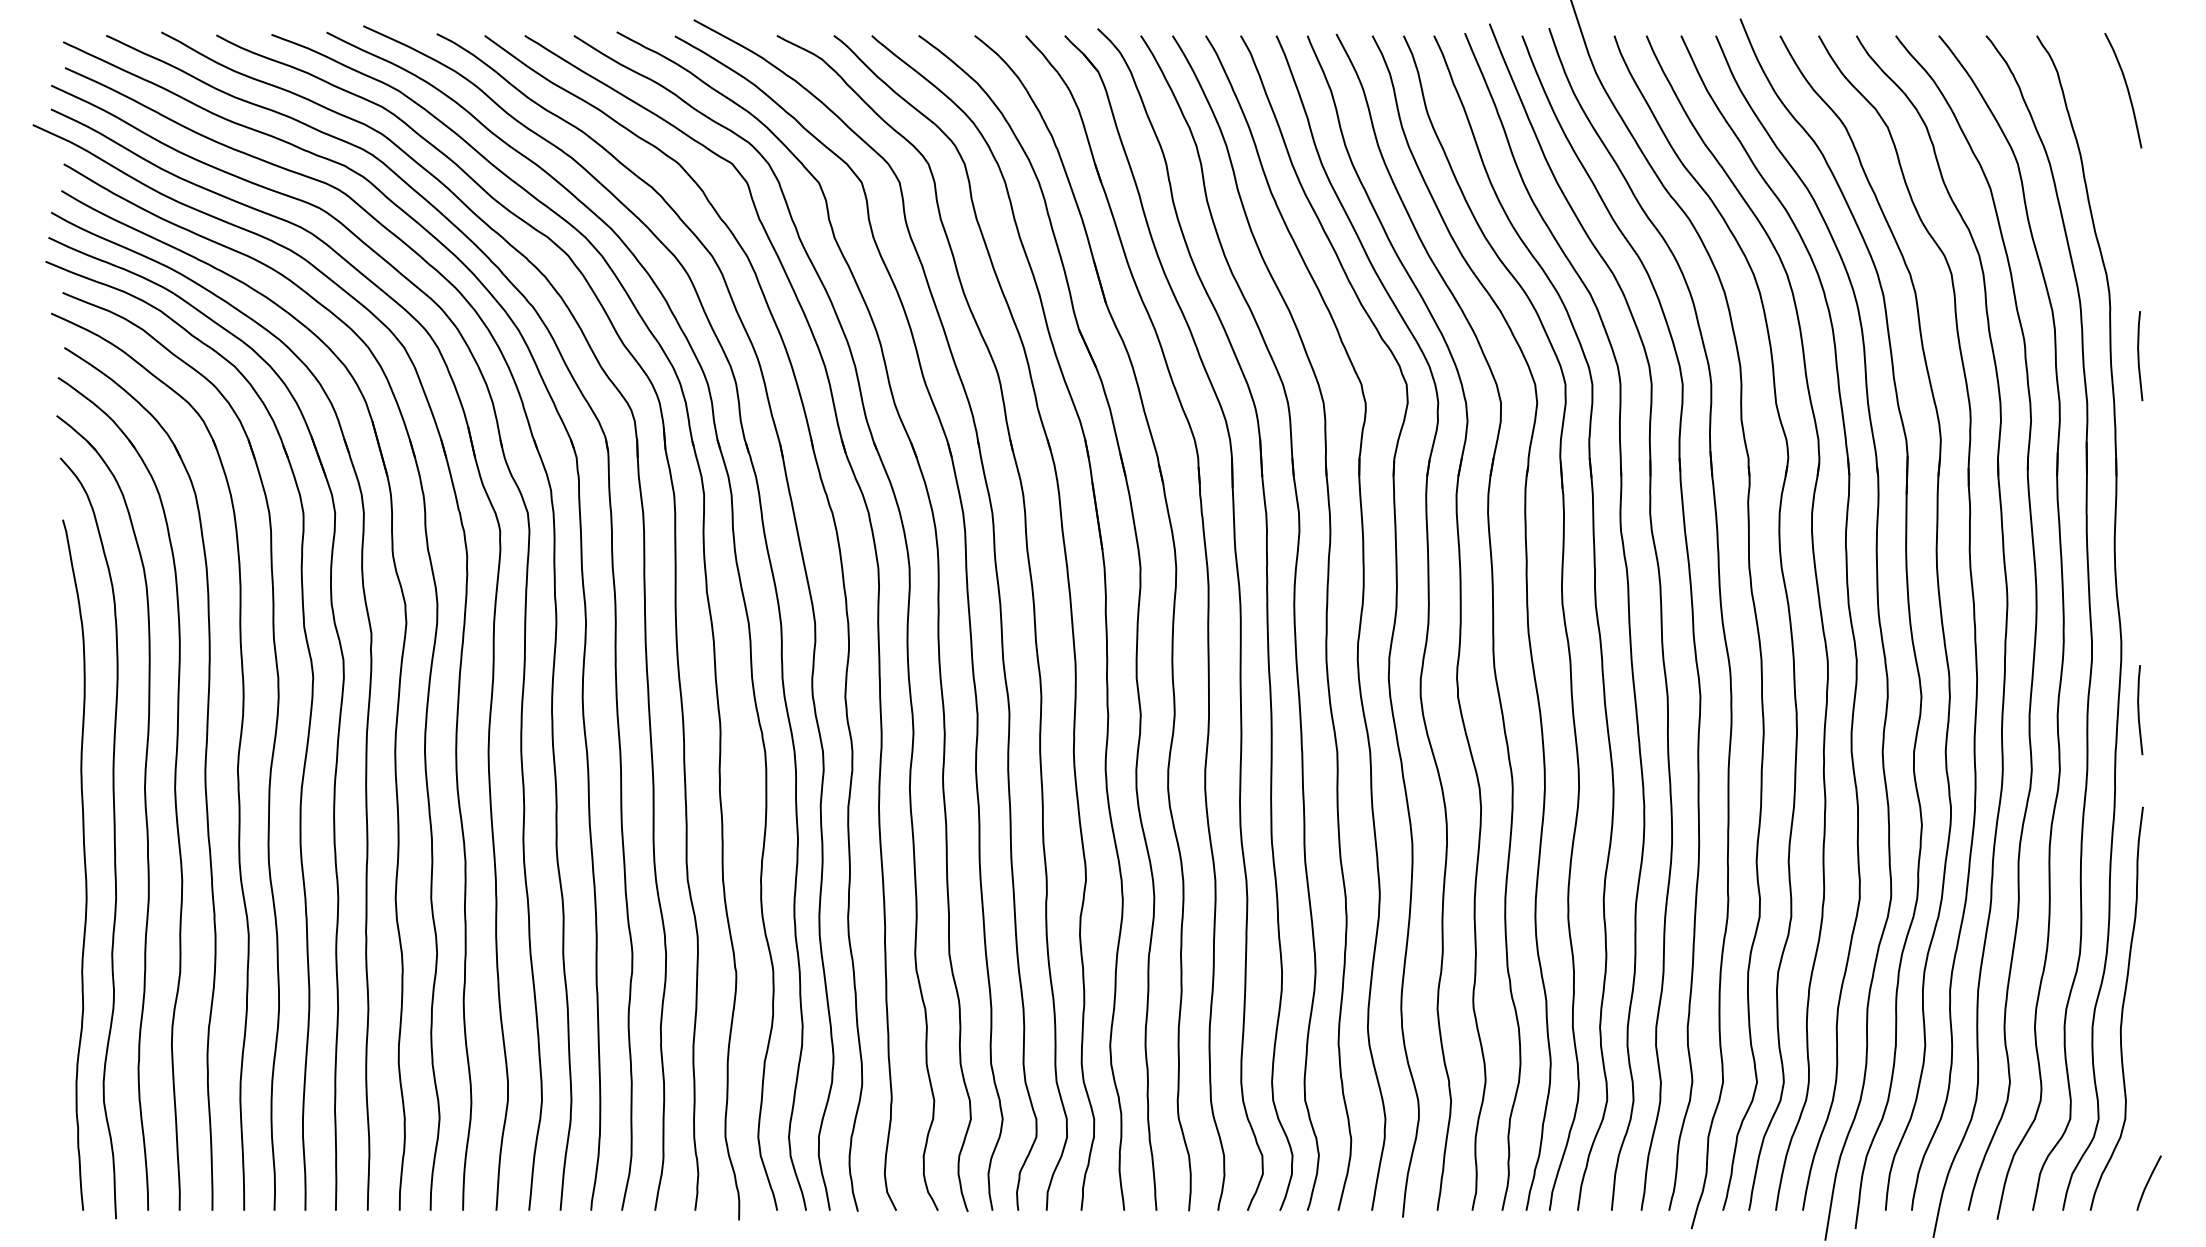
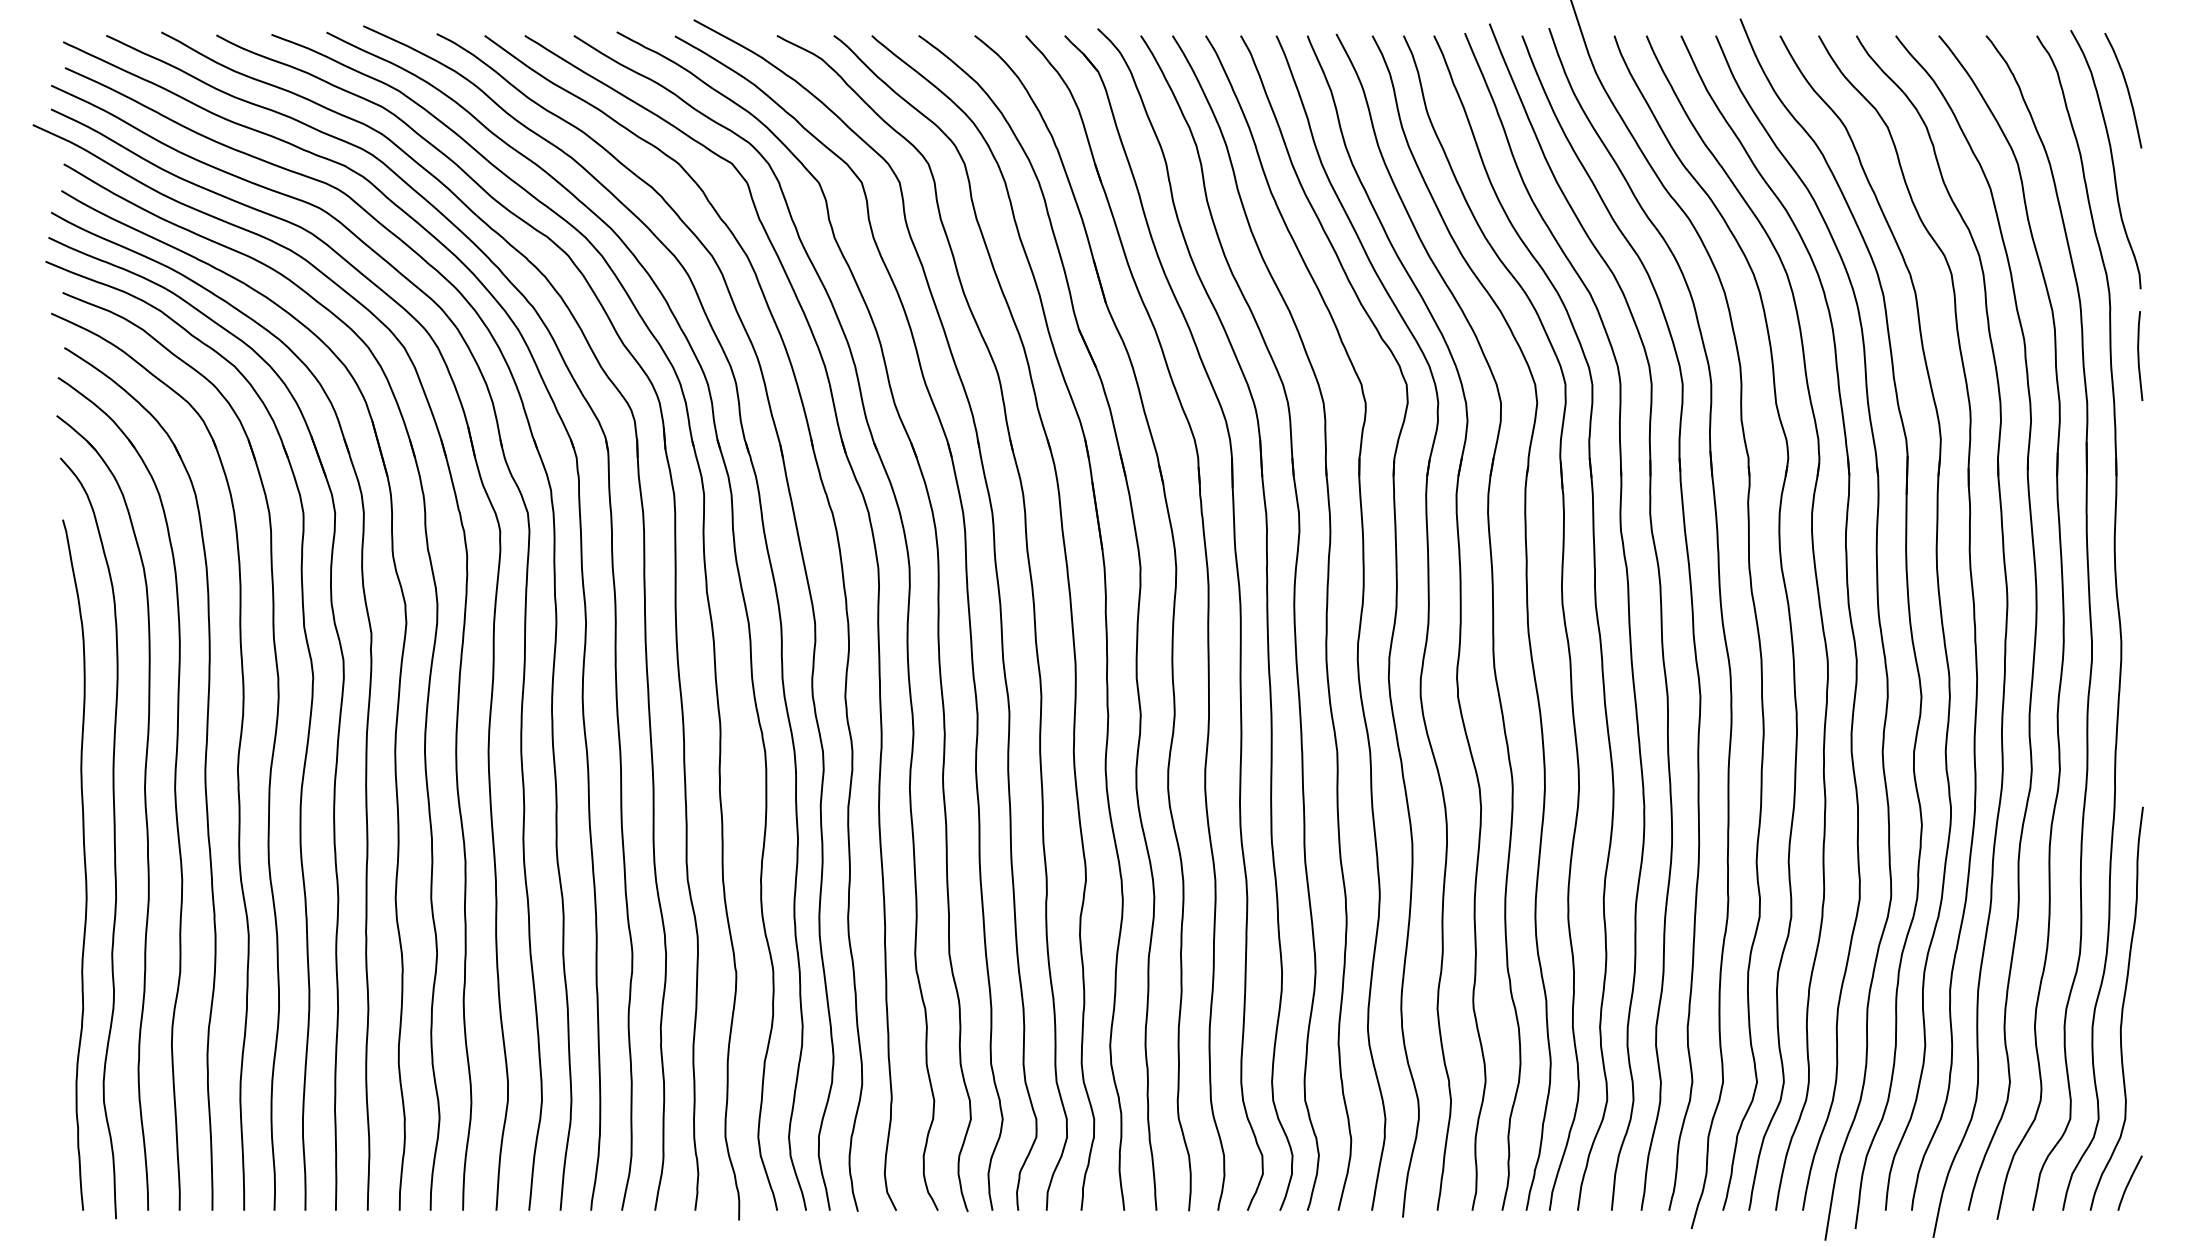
curve at (2111, 159): none -> present
line at (2139, 710): present -> none
curve at (2148, 1182) position: (2148, 1182) -> (2129, 1182)
